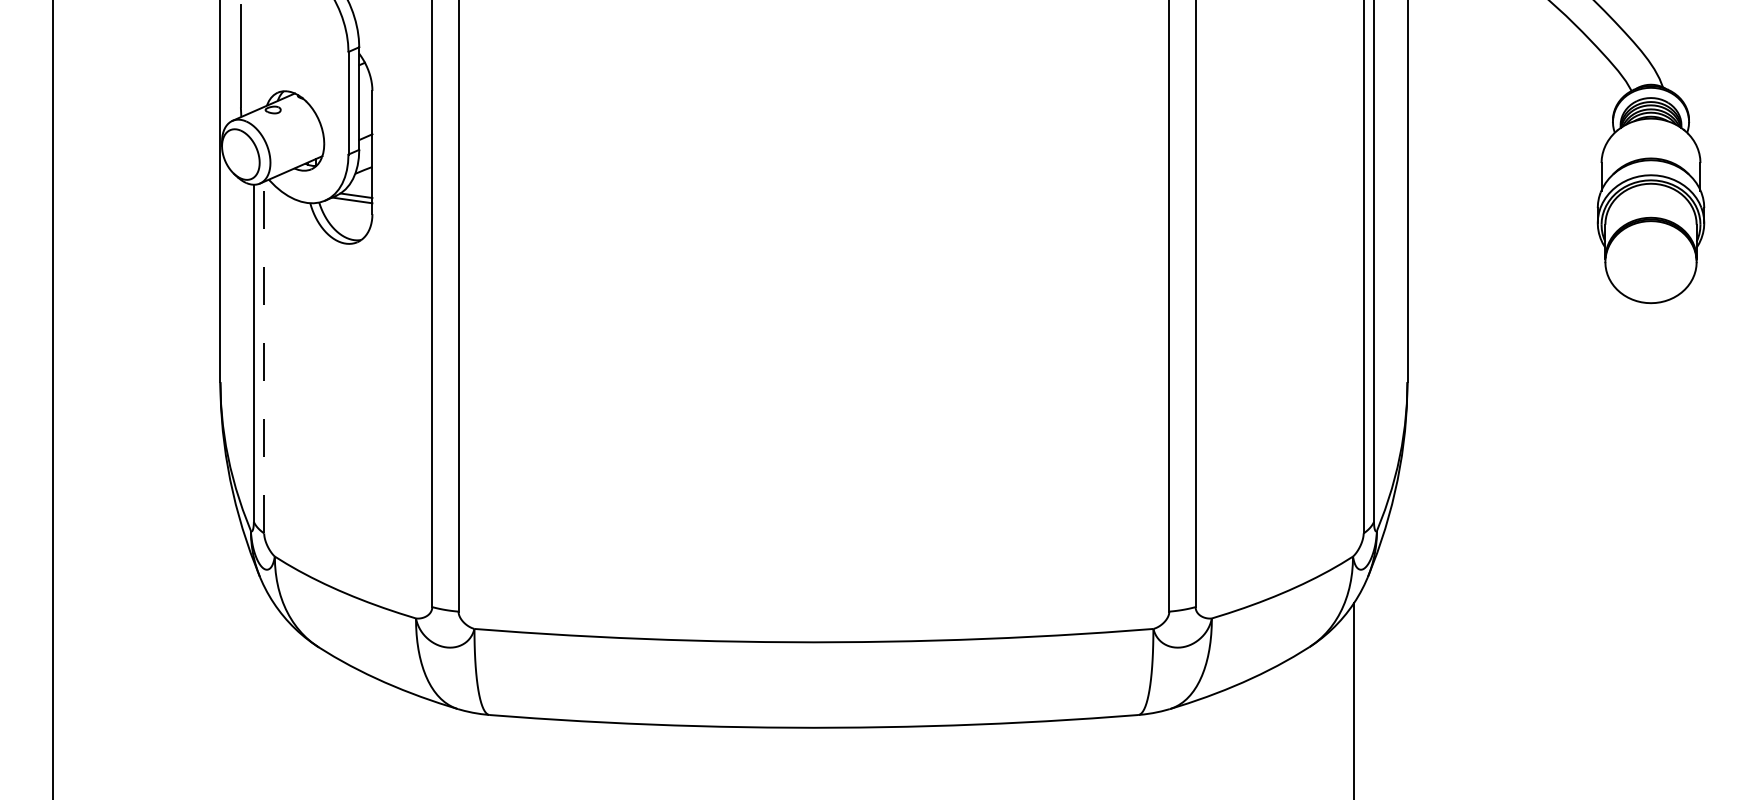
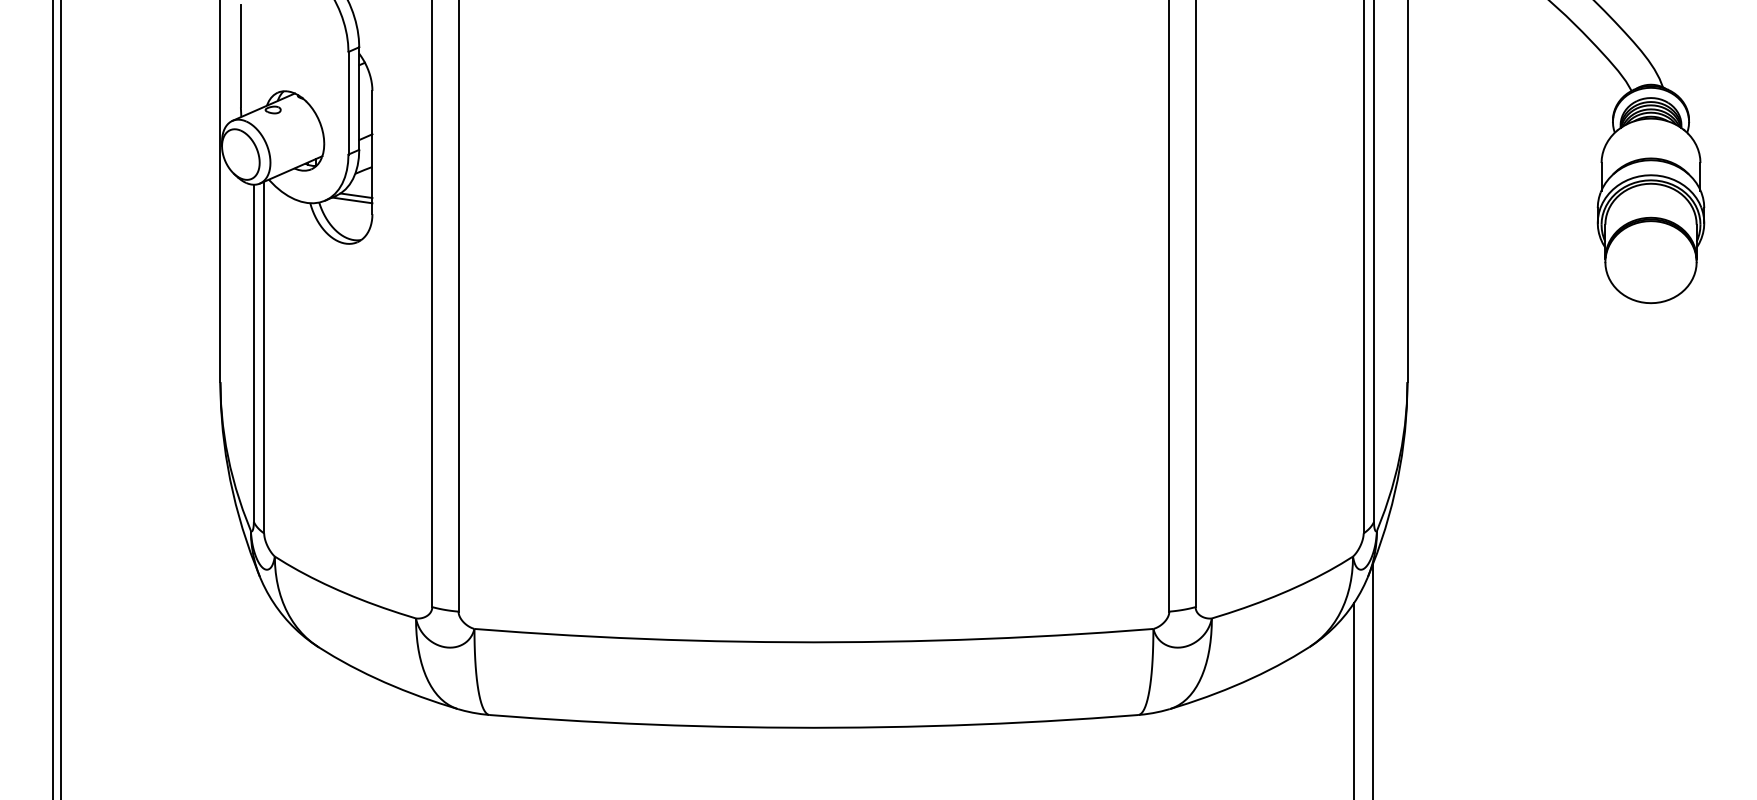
line at (264, 357): dashed -> solid
line at (61, 399): none -> present
line at (1373, 679): none -> present
